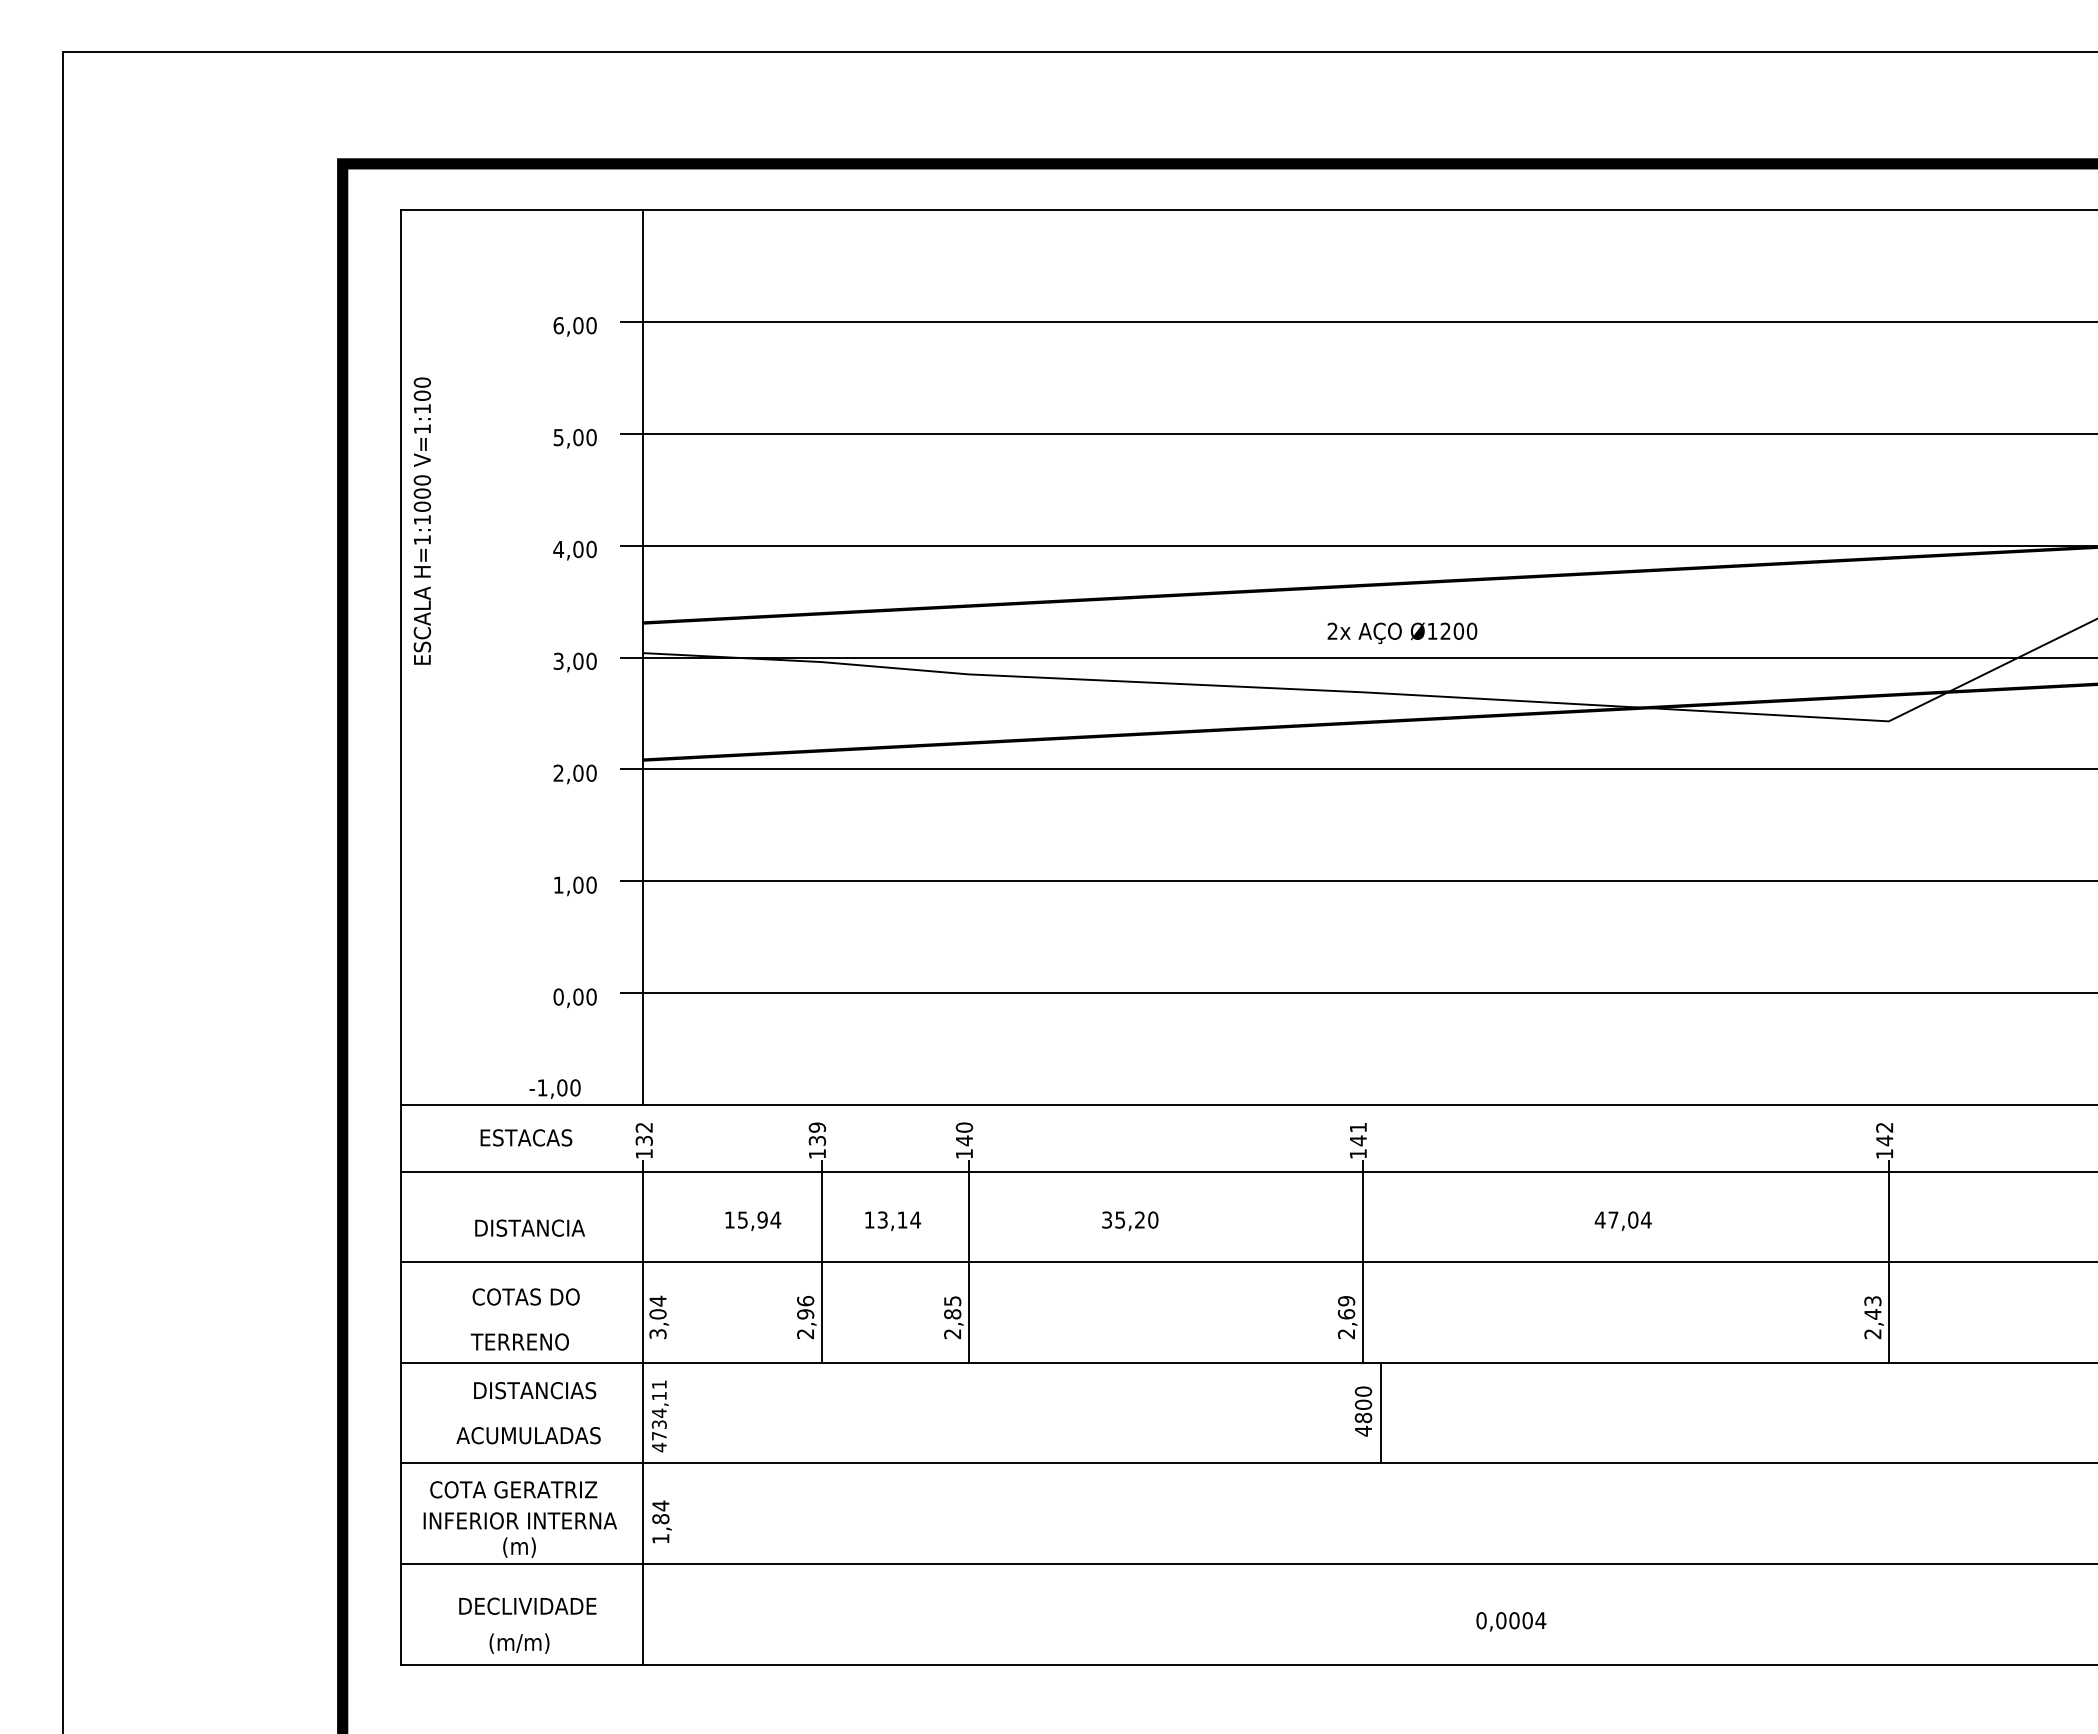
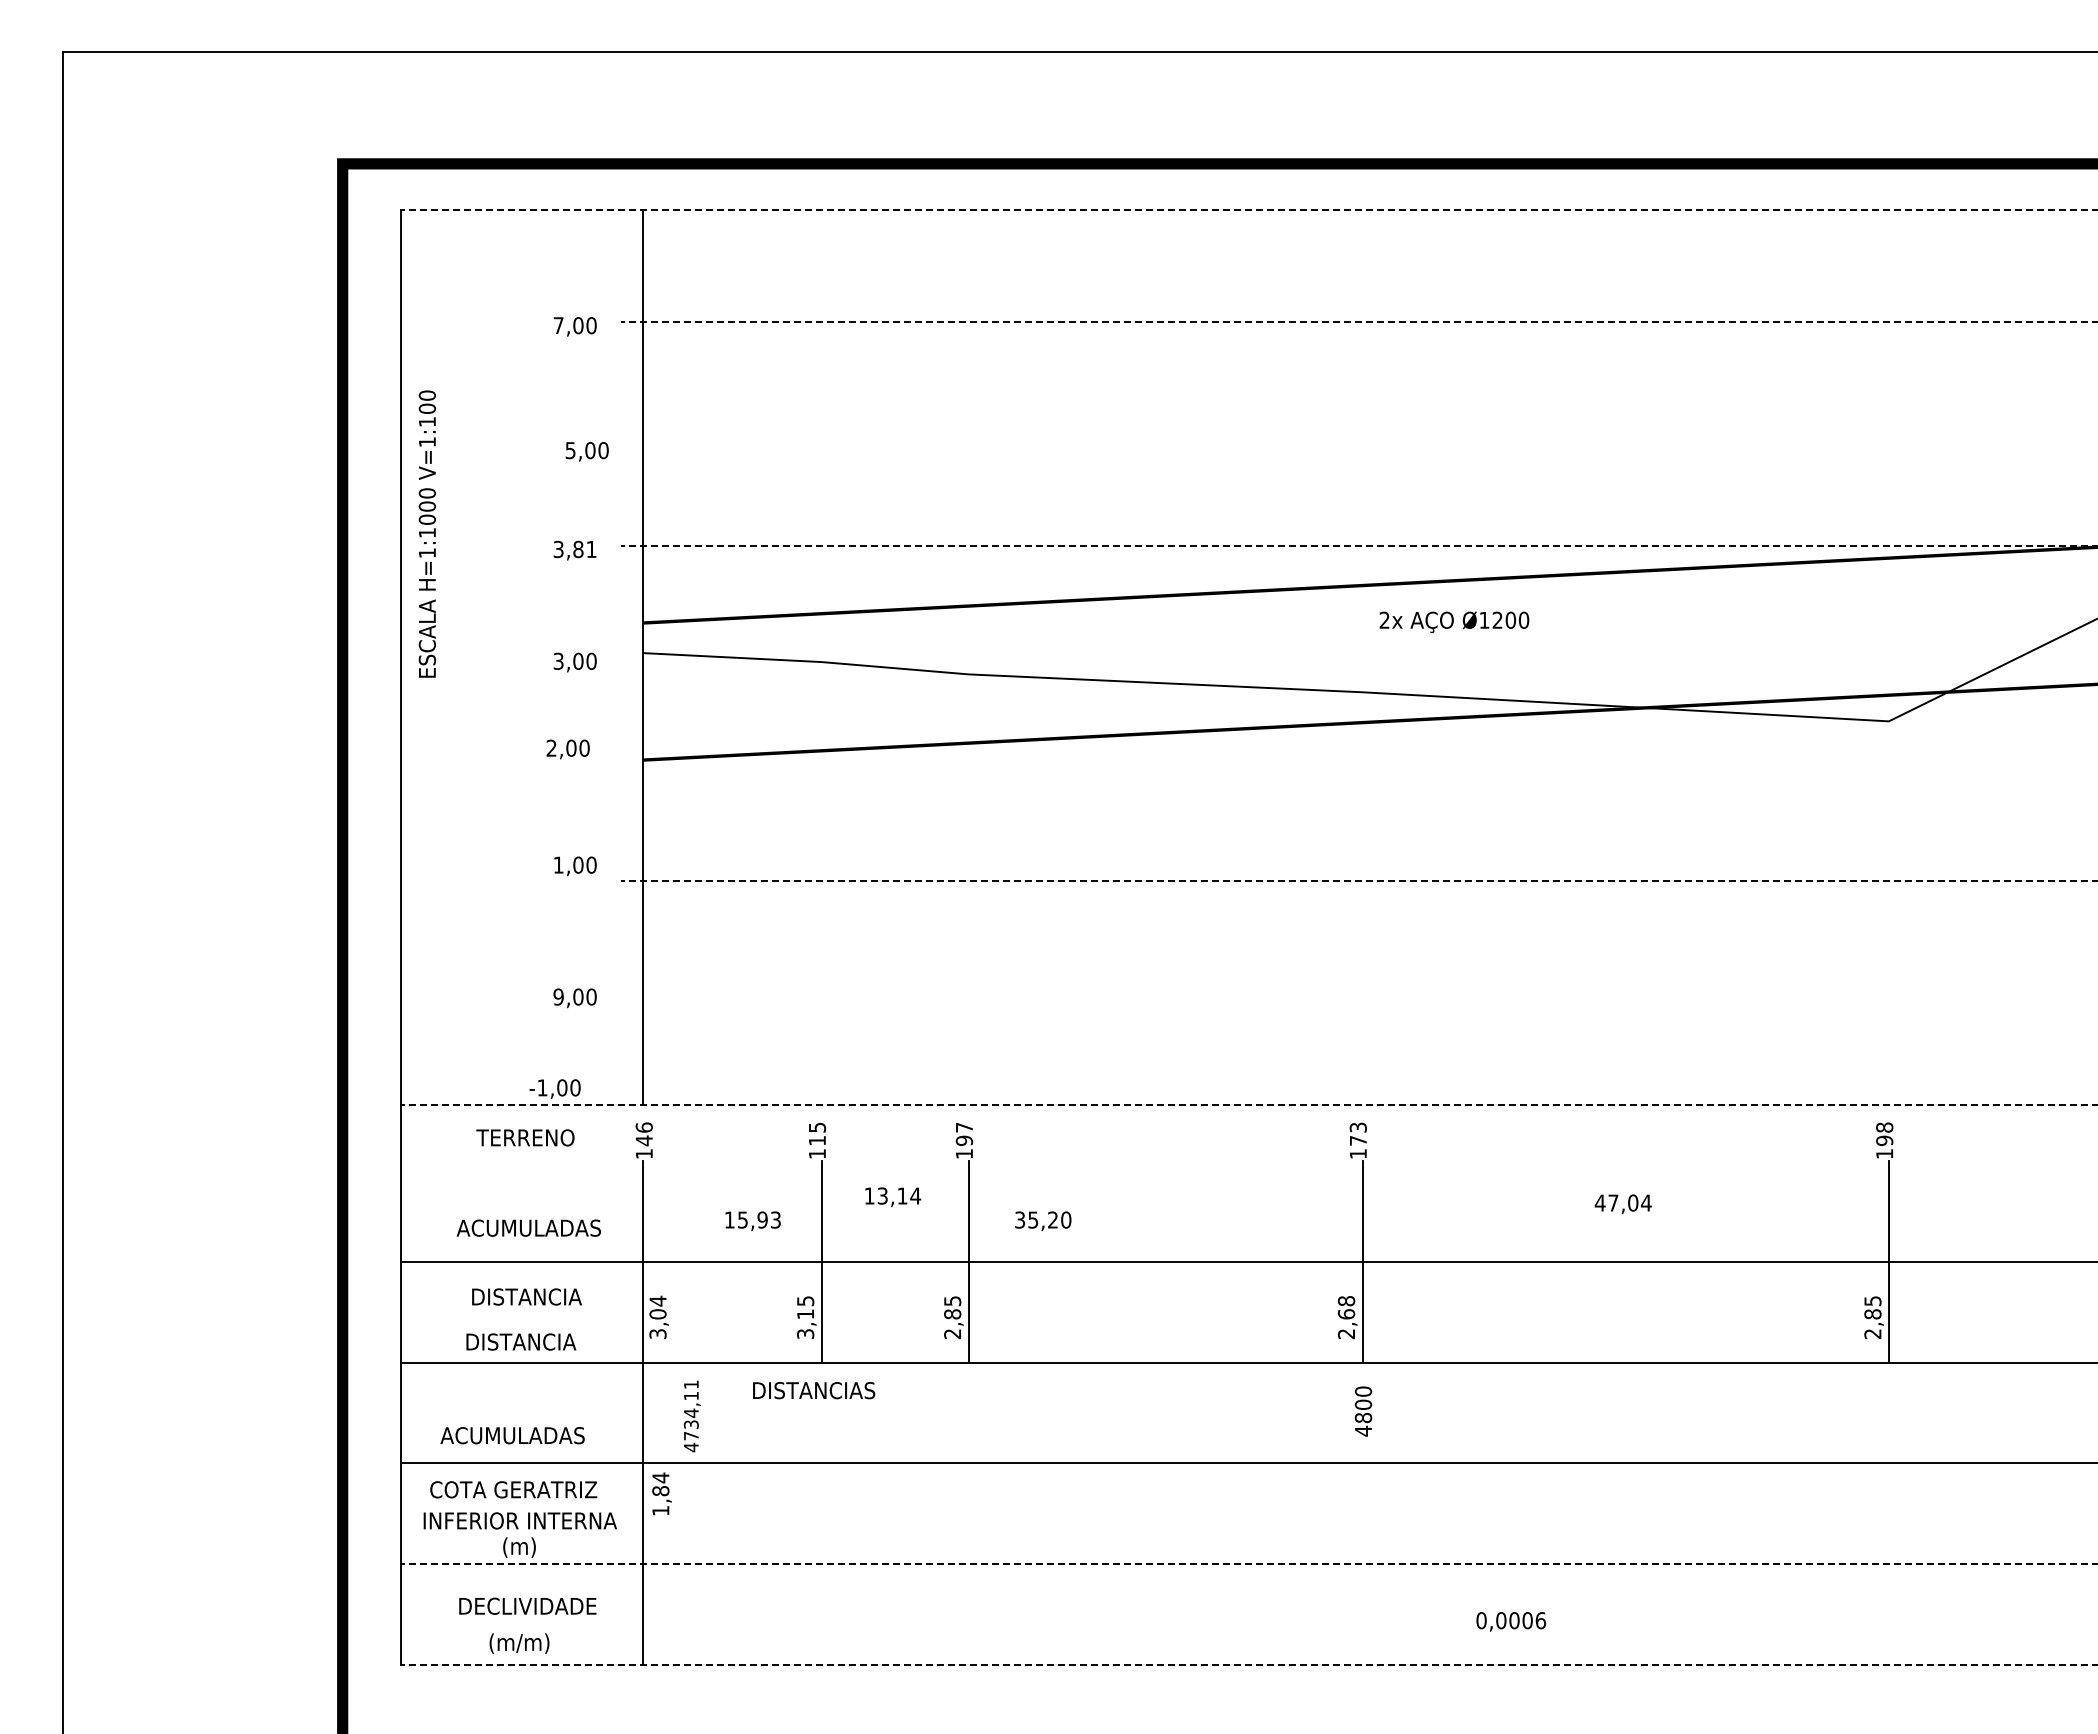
line at (1248, 209): solid -> dashed
line at (1358, 321): solid -> dashed
text at (558, 325): 6,00 -> 7,00
line at (1357, 433): present -> none
text at (574, 438) position: (574, 438) -> (586, 451)
text at (421, 520) position: (421, 520) -> (426, 533)
line at (1358, 545): solid -> dashed
text at (574, 549): 4,00 -> 3,81
text at (1402, 632) position: (1402, 632) -> (1454, 621)
line at (1357, 657): present -> none
line at (1357, 769): present -> none
text at (574, 774) position: (574, 774) -> (567, 749)
line at (1358, 881): solid -> dashed
text at (575, 886) position: (575, 886) -> (575, 866)
line at (1357, 993): present -> none
text at (558, 996): 0,00 -> 9,00
line at (1248, 1105): solid -> dashed
text at (817, 1133): 139 -> 115
text at (643, 1134): 132 -> 146
text at (964, 1134): 140 -> 197
text at (1357, 1134): 141 -> 173
text at (1884, 1134): 142 -> 198
text at (525, 1137): ESTACAS -> TERRENO
line at (1247, 1172): present -> none
text at (775, 1219): 15,94 -> 15,93
text at (893, 1221) position: (893, 1221) -> (893, 1197)
text at (1130, 1221) position: (1130, 1221) -> (1043, 1221)
text at (1622, 1221) position: (1622, 1221) -> (1622, 1204)
text at (528, 1227): DISTANCIA -> ACUMULADAS
text at (526, 1296): COTAS DO -> DISTANCIA
text at (1346, 1301): 2,69 -> 2,68
text at (1872, 1307): 2,43 -> 2,85
text at (805, 1317): 2,96 -> 3,15
text at (521, 1341): TERRENO -> DISTANCIA
text at (535, 1390) position: (535, 1390) -> (814, 1390)
line at (1380, 1412): present -> none
text at (659, 1416) position: (659, 1416) -> (691, 1416)
text at (528, 1435) position: (528, 1435) -> (512, 1435)
text at (661, 1521) position: (661, 1521) -> (661, 1493)
line at (1248, 1563): solid -> dashed
text at (1540, 1620): 0,0004 -> 0,0006
line at (1248, 1664): solid -> dashed
